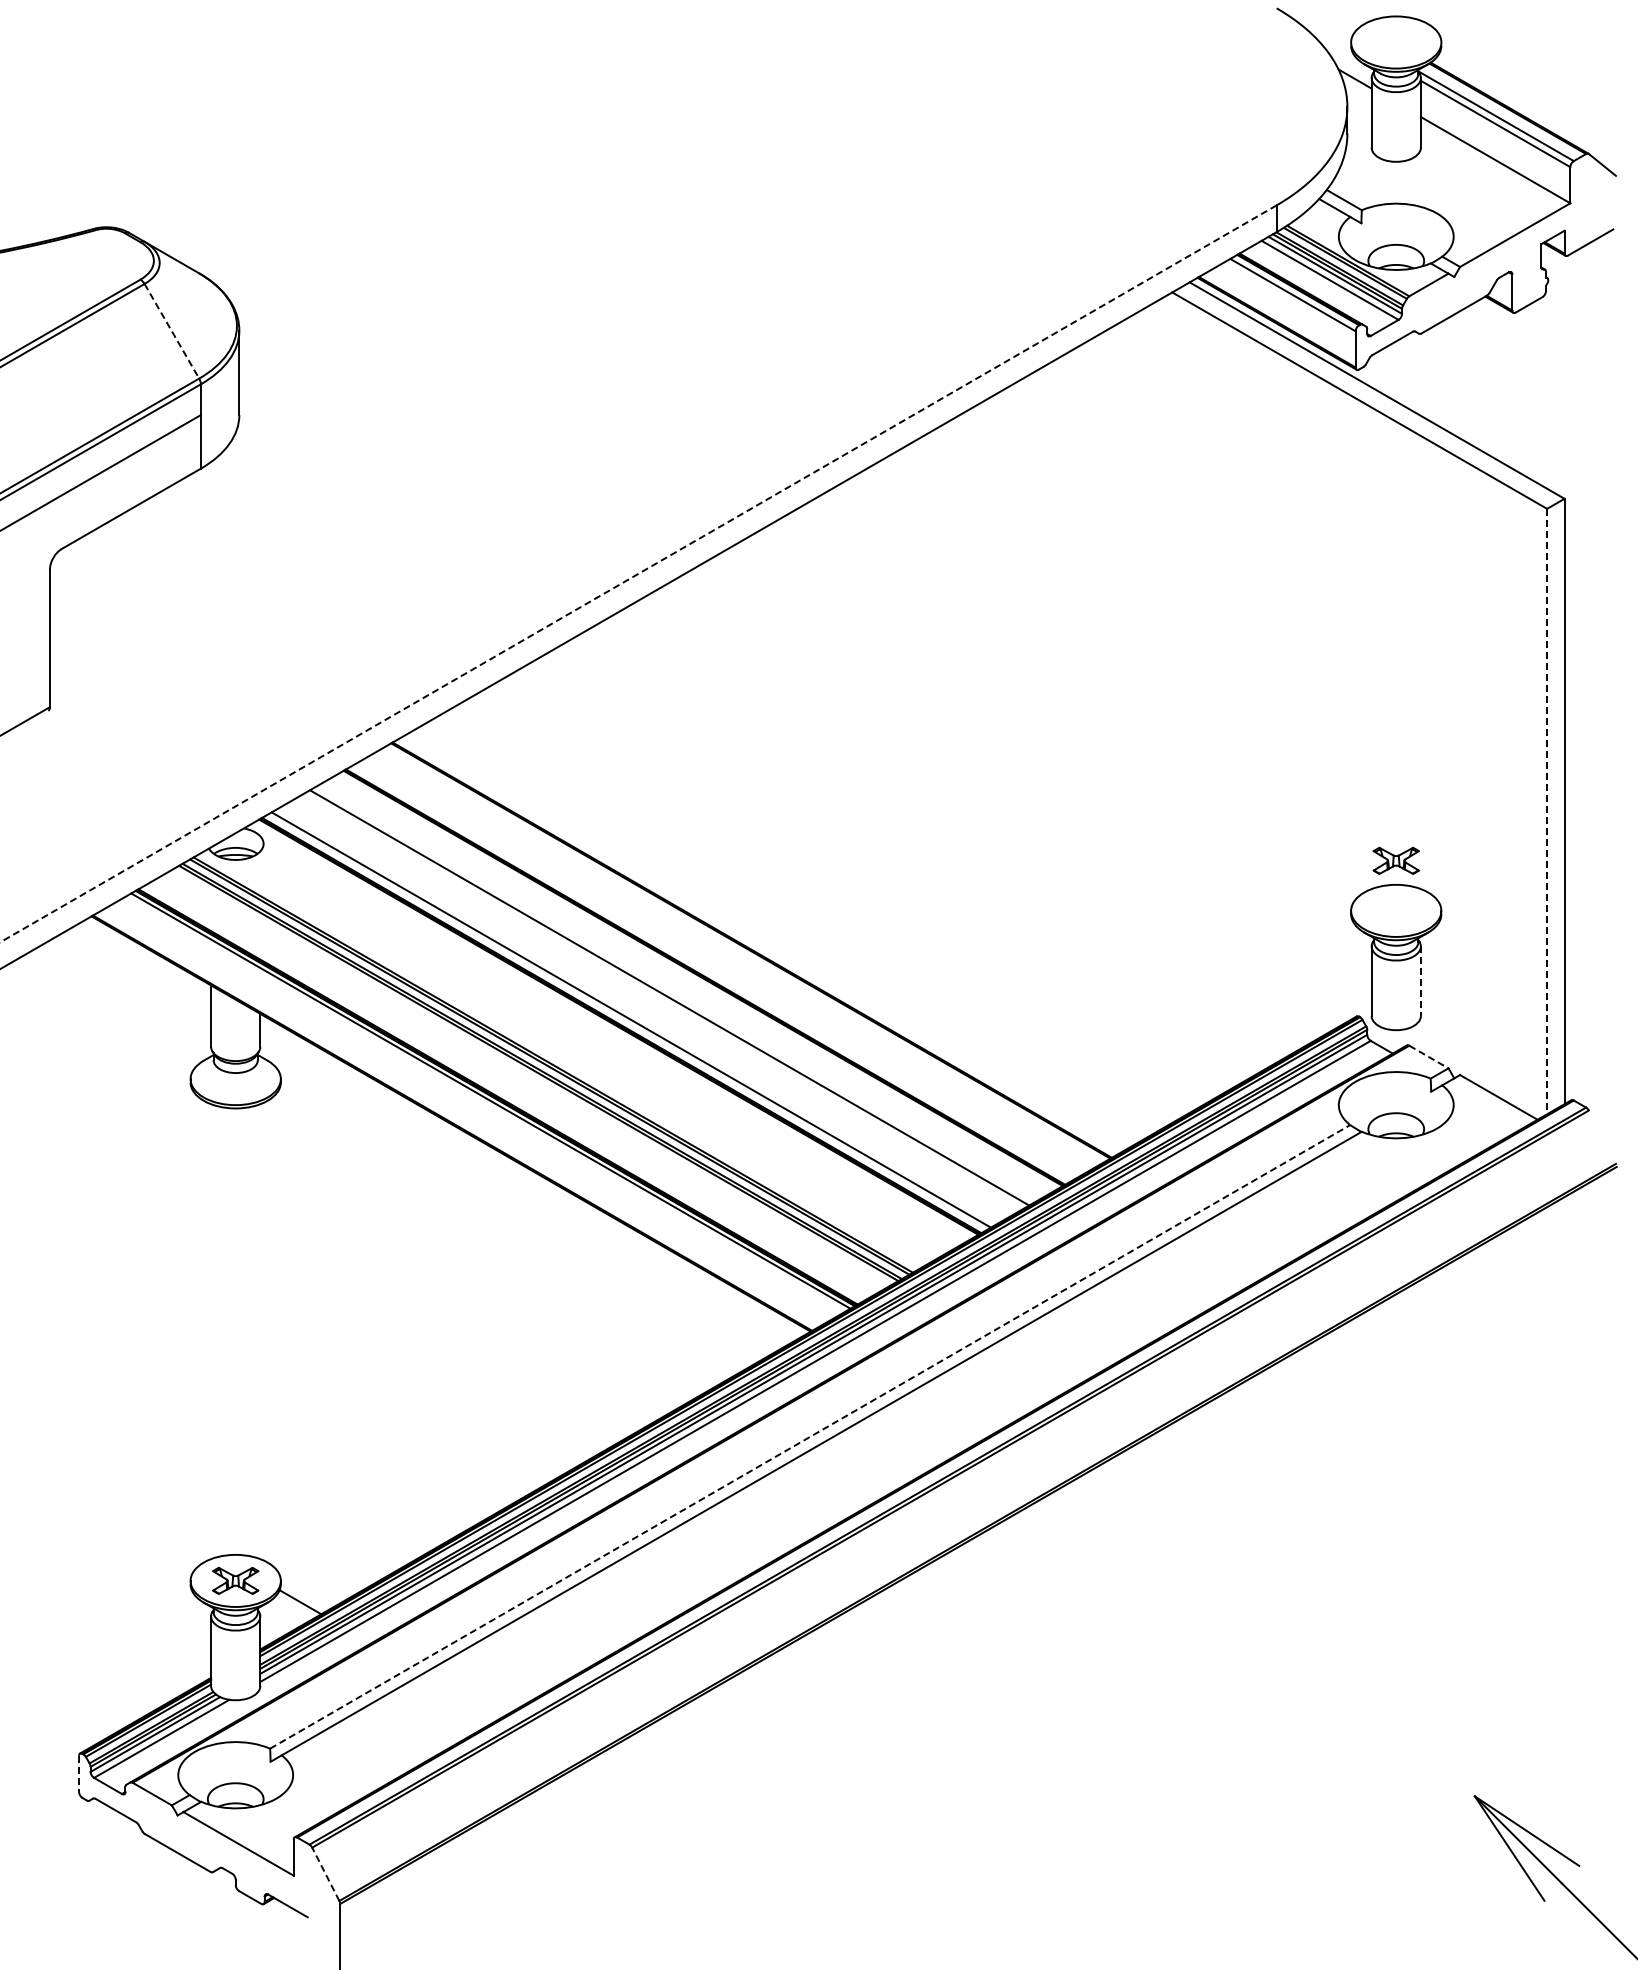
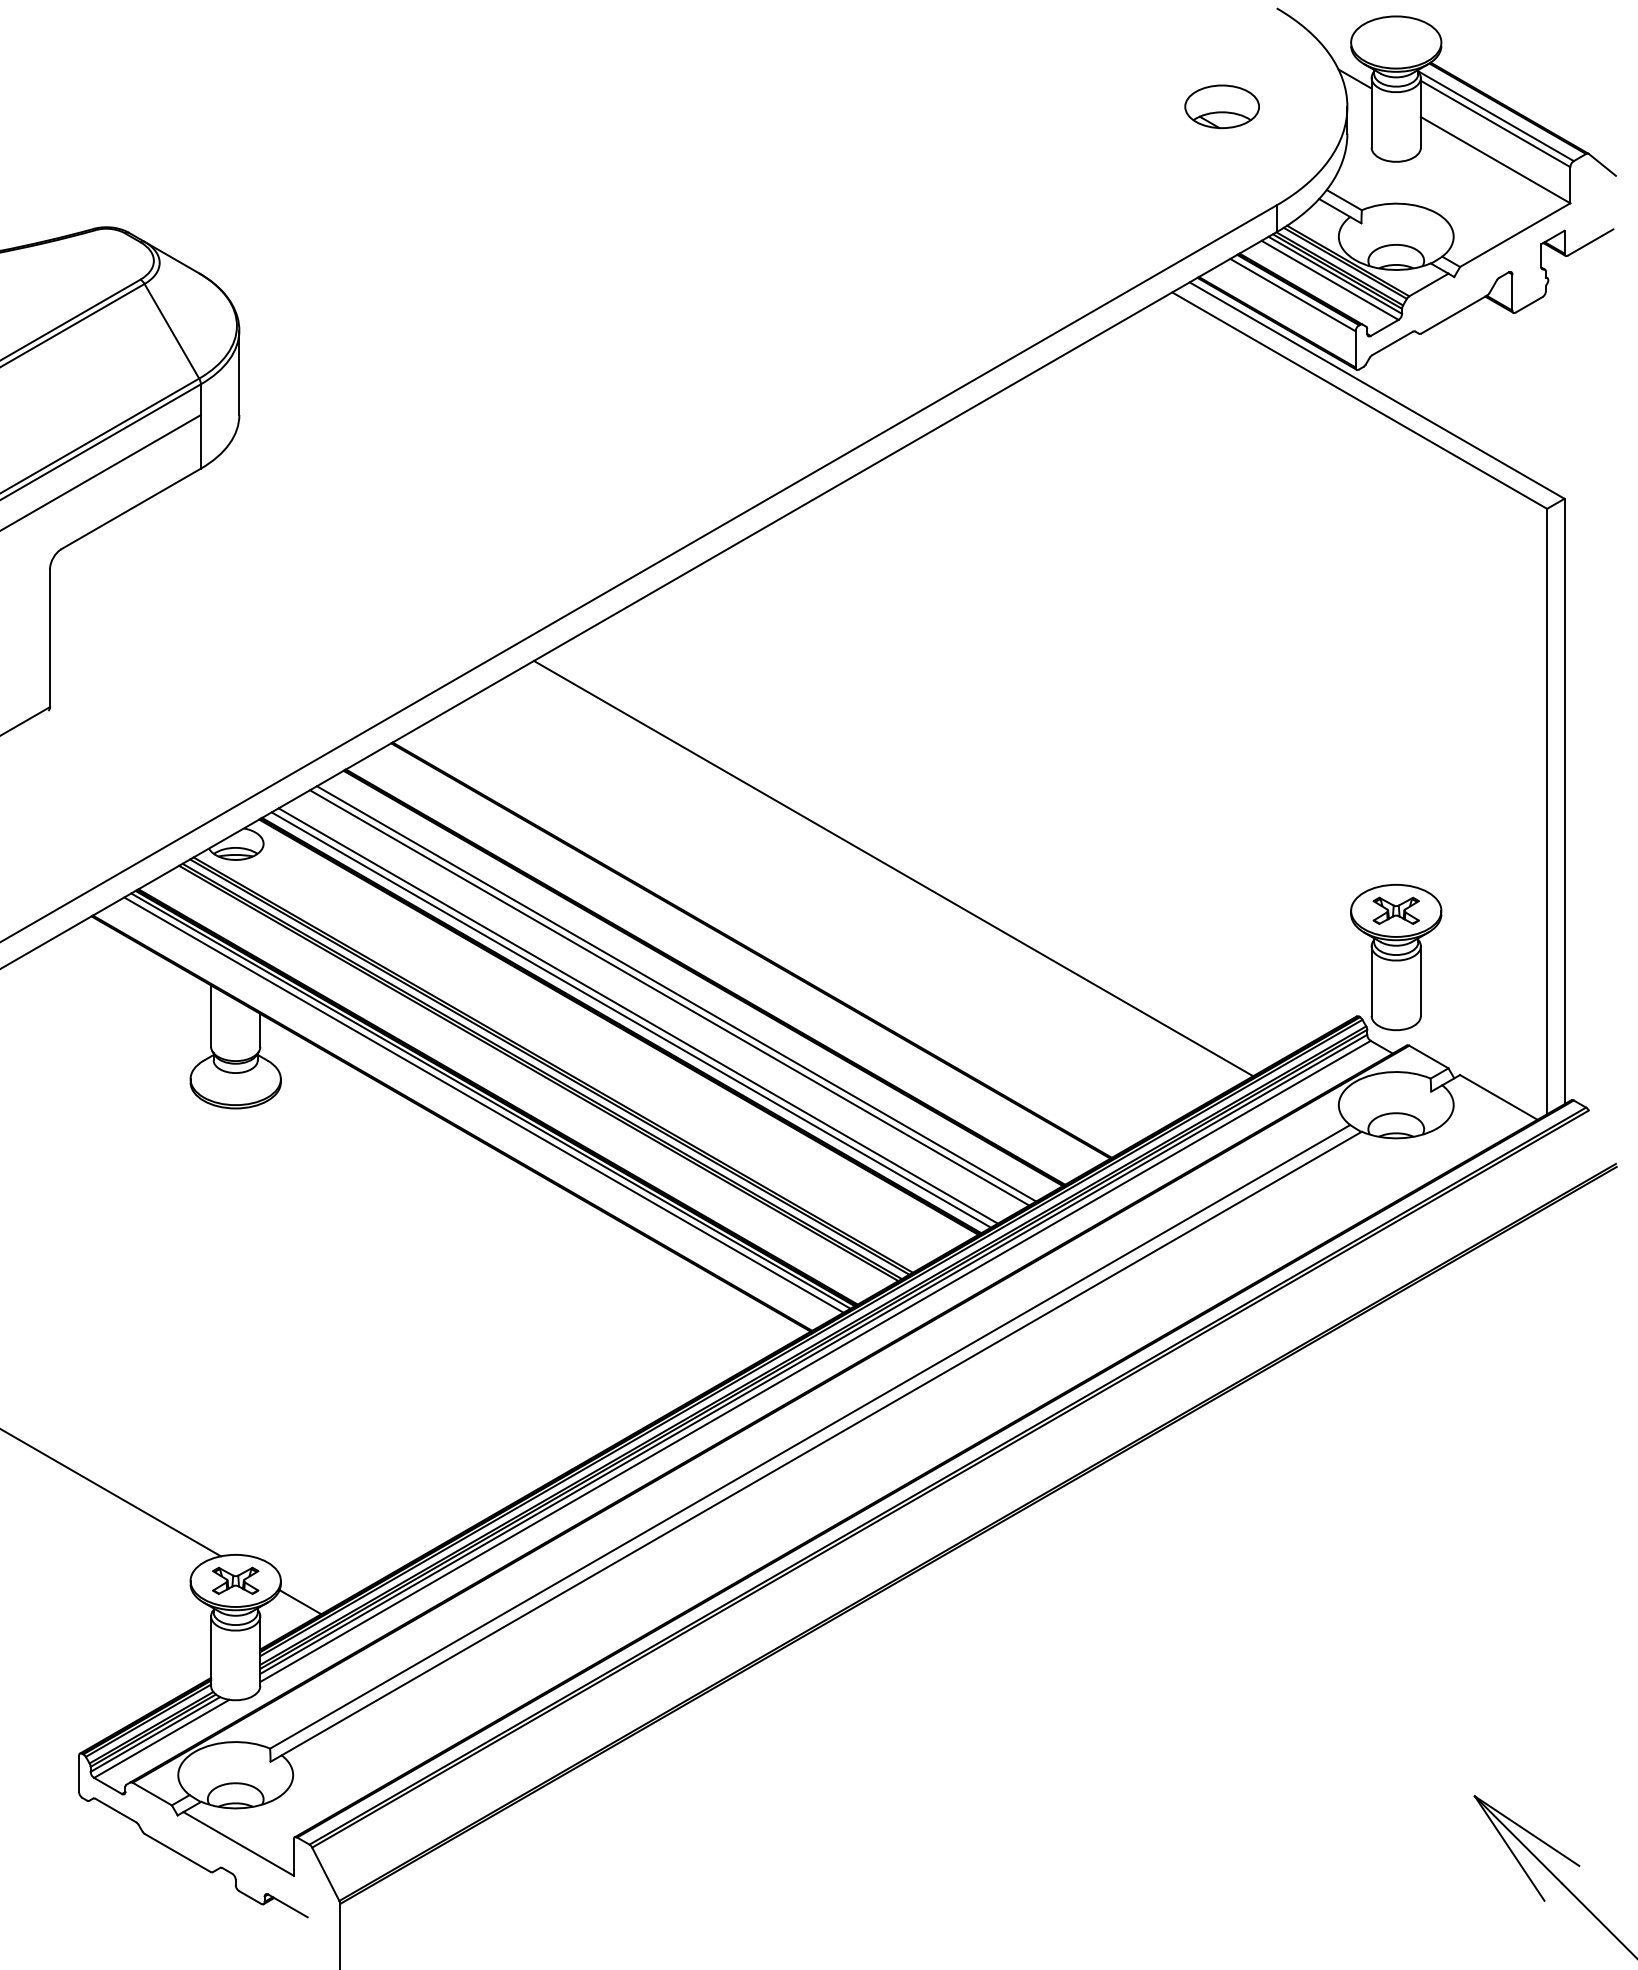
part at (1221, 106): none -> present
line at (171, 331): dashed -> solid
line at (637, 574): dashed -> solid
line at (1547, 811): dashed -> solid
part at (1395, 860) position: (1395, 860) -> (1395, 910)
line at (893, 868): none -> present
line at (1420, 981): dashed -> solid
line at (676, 993): none -> present
line at (637, 1015): none -> present
line at (1428, 1057): dashed -> solid
line at (483, 1104): none -> present
line at (810, 1436): dashed -> solid
line at (111, 1492): none -> present
line at (79, 1774): dashed -> solid
line at (325, 1874): dashed -> solid
